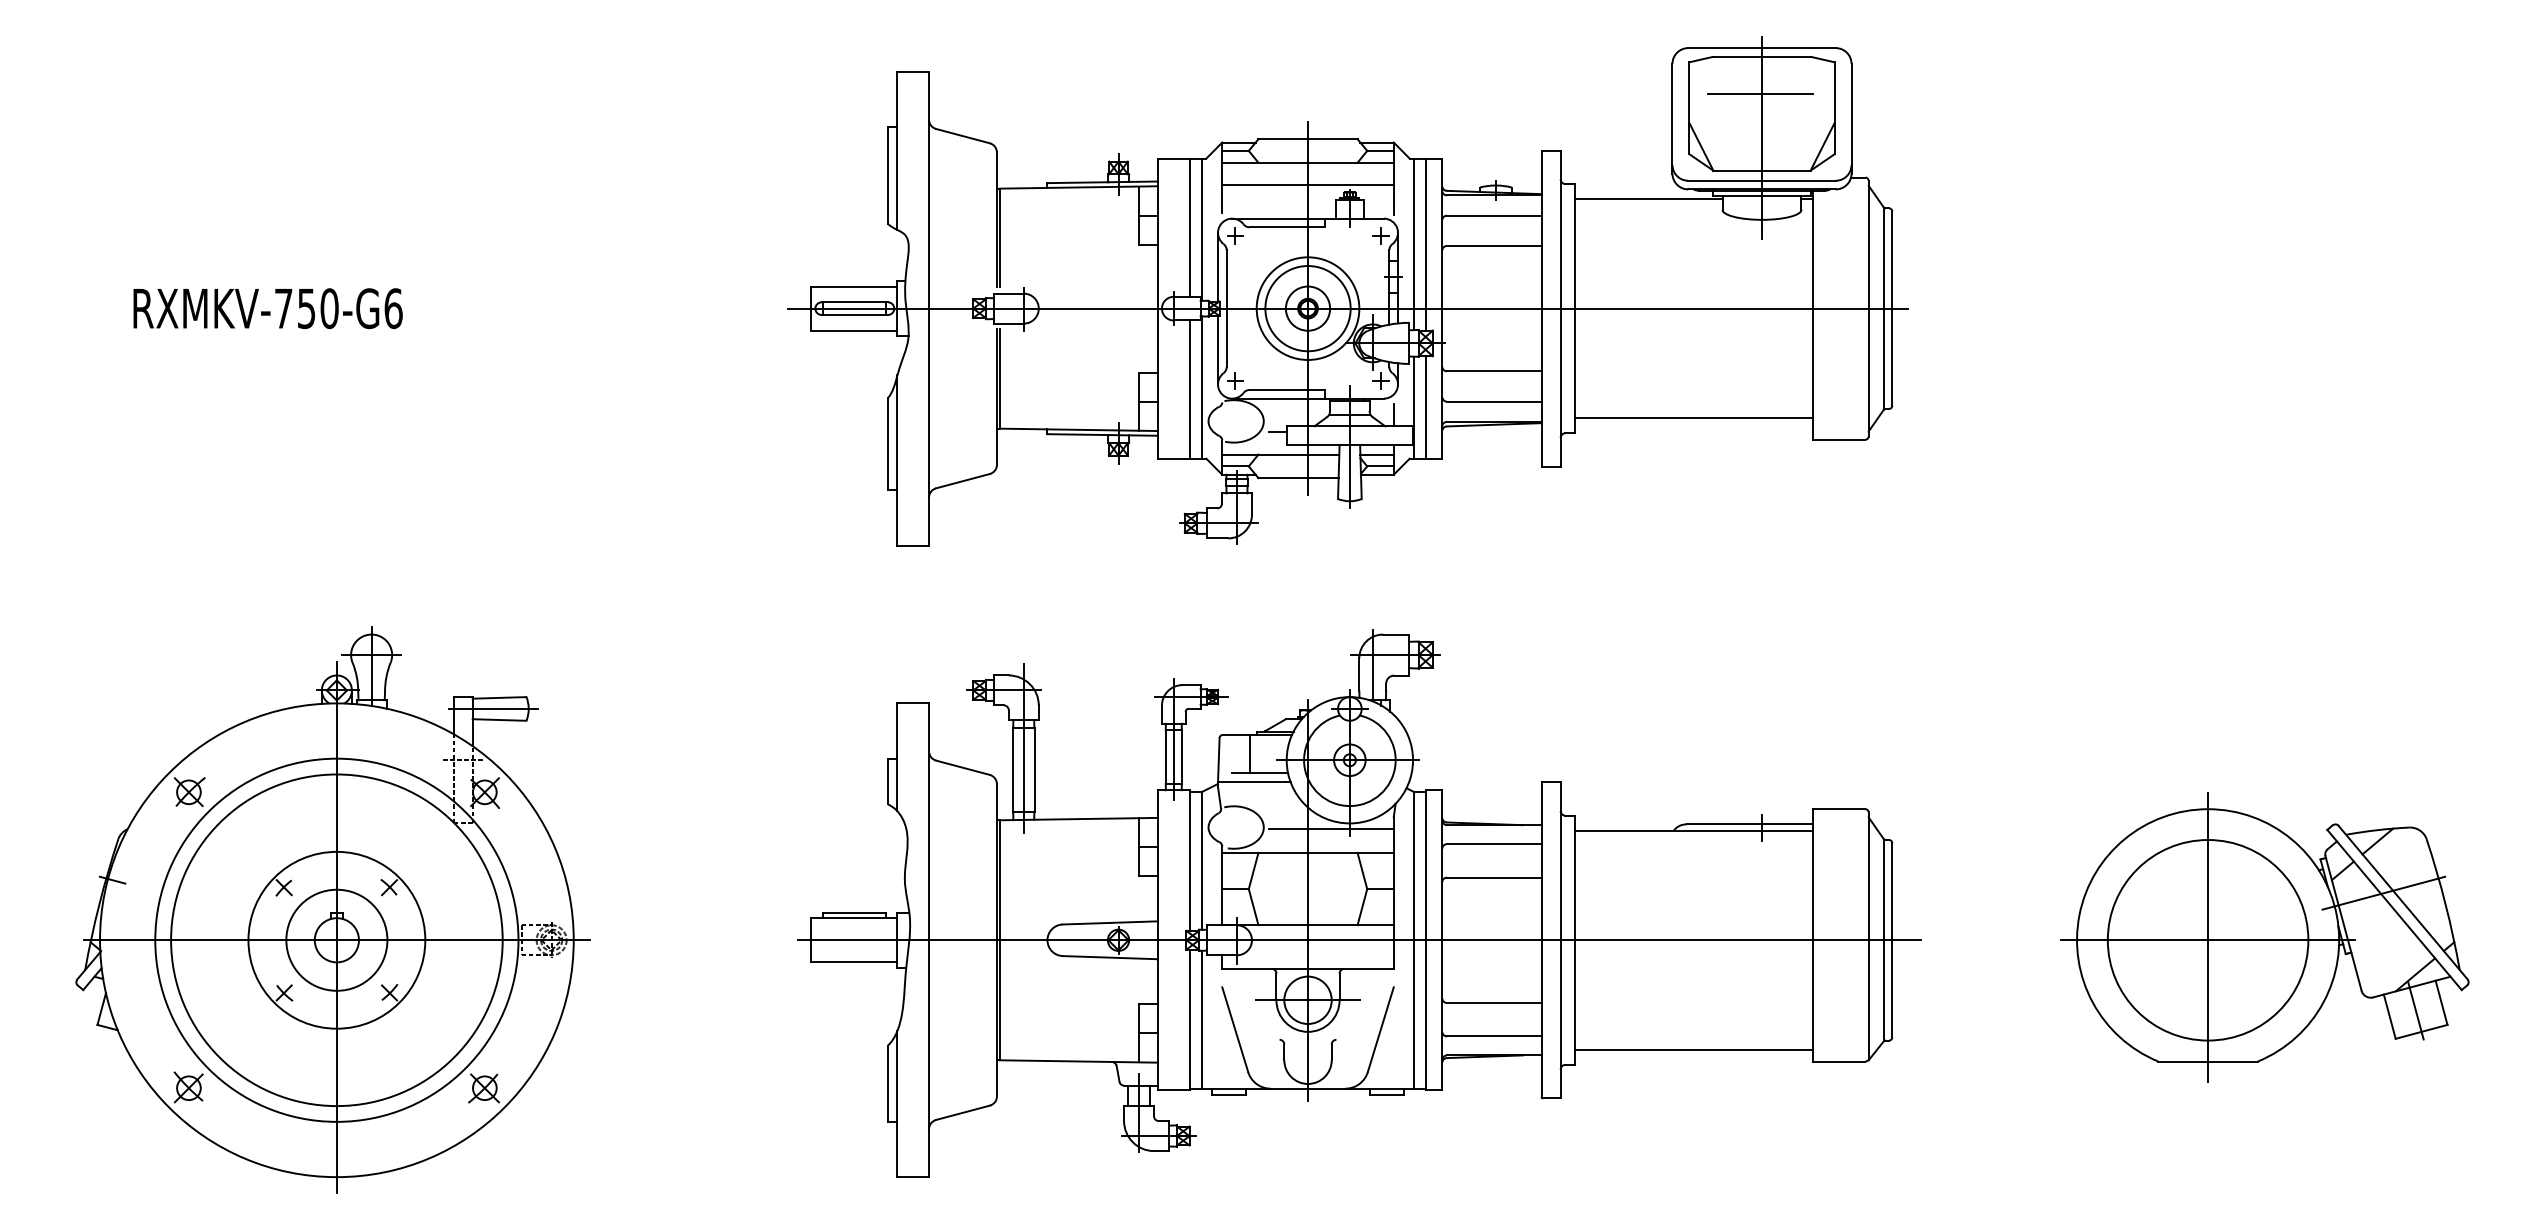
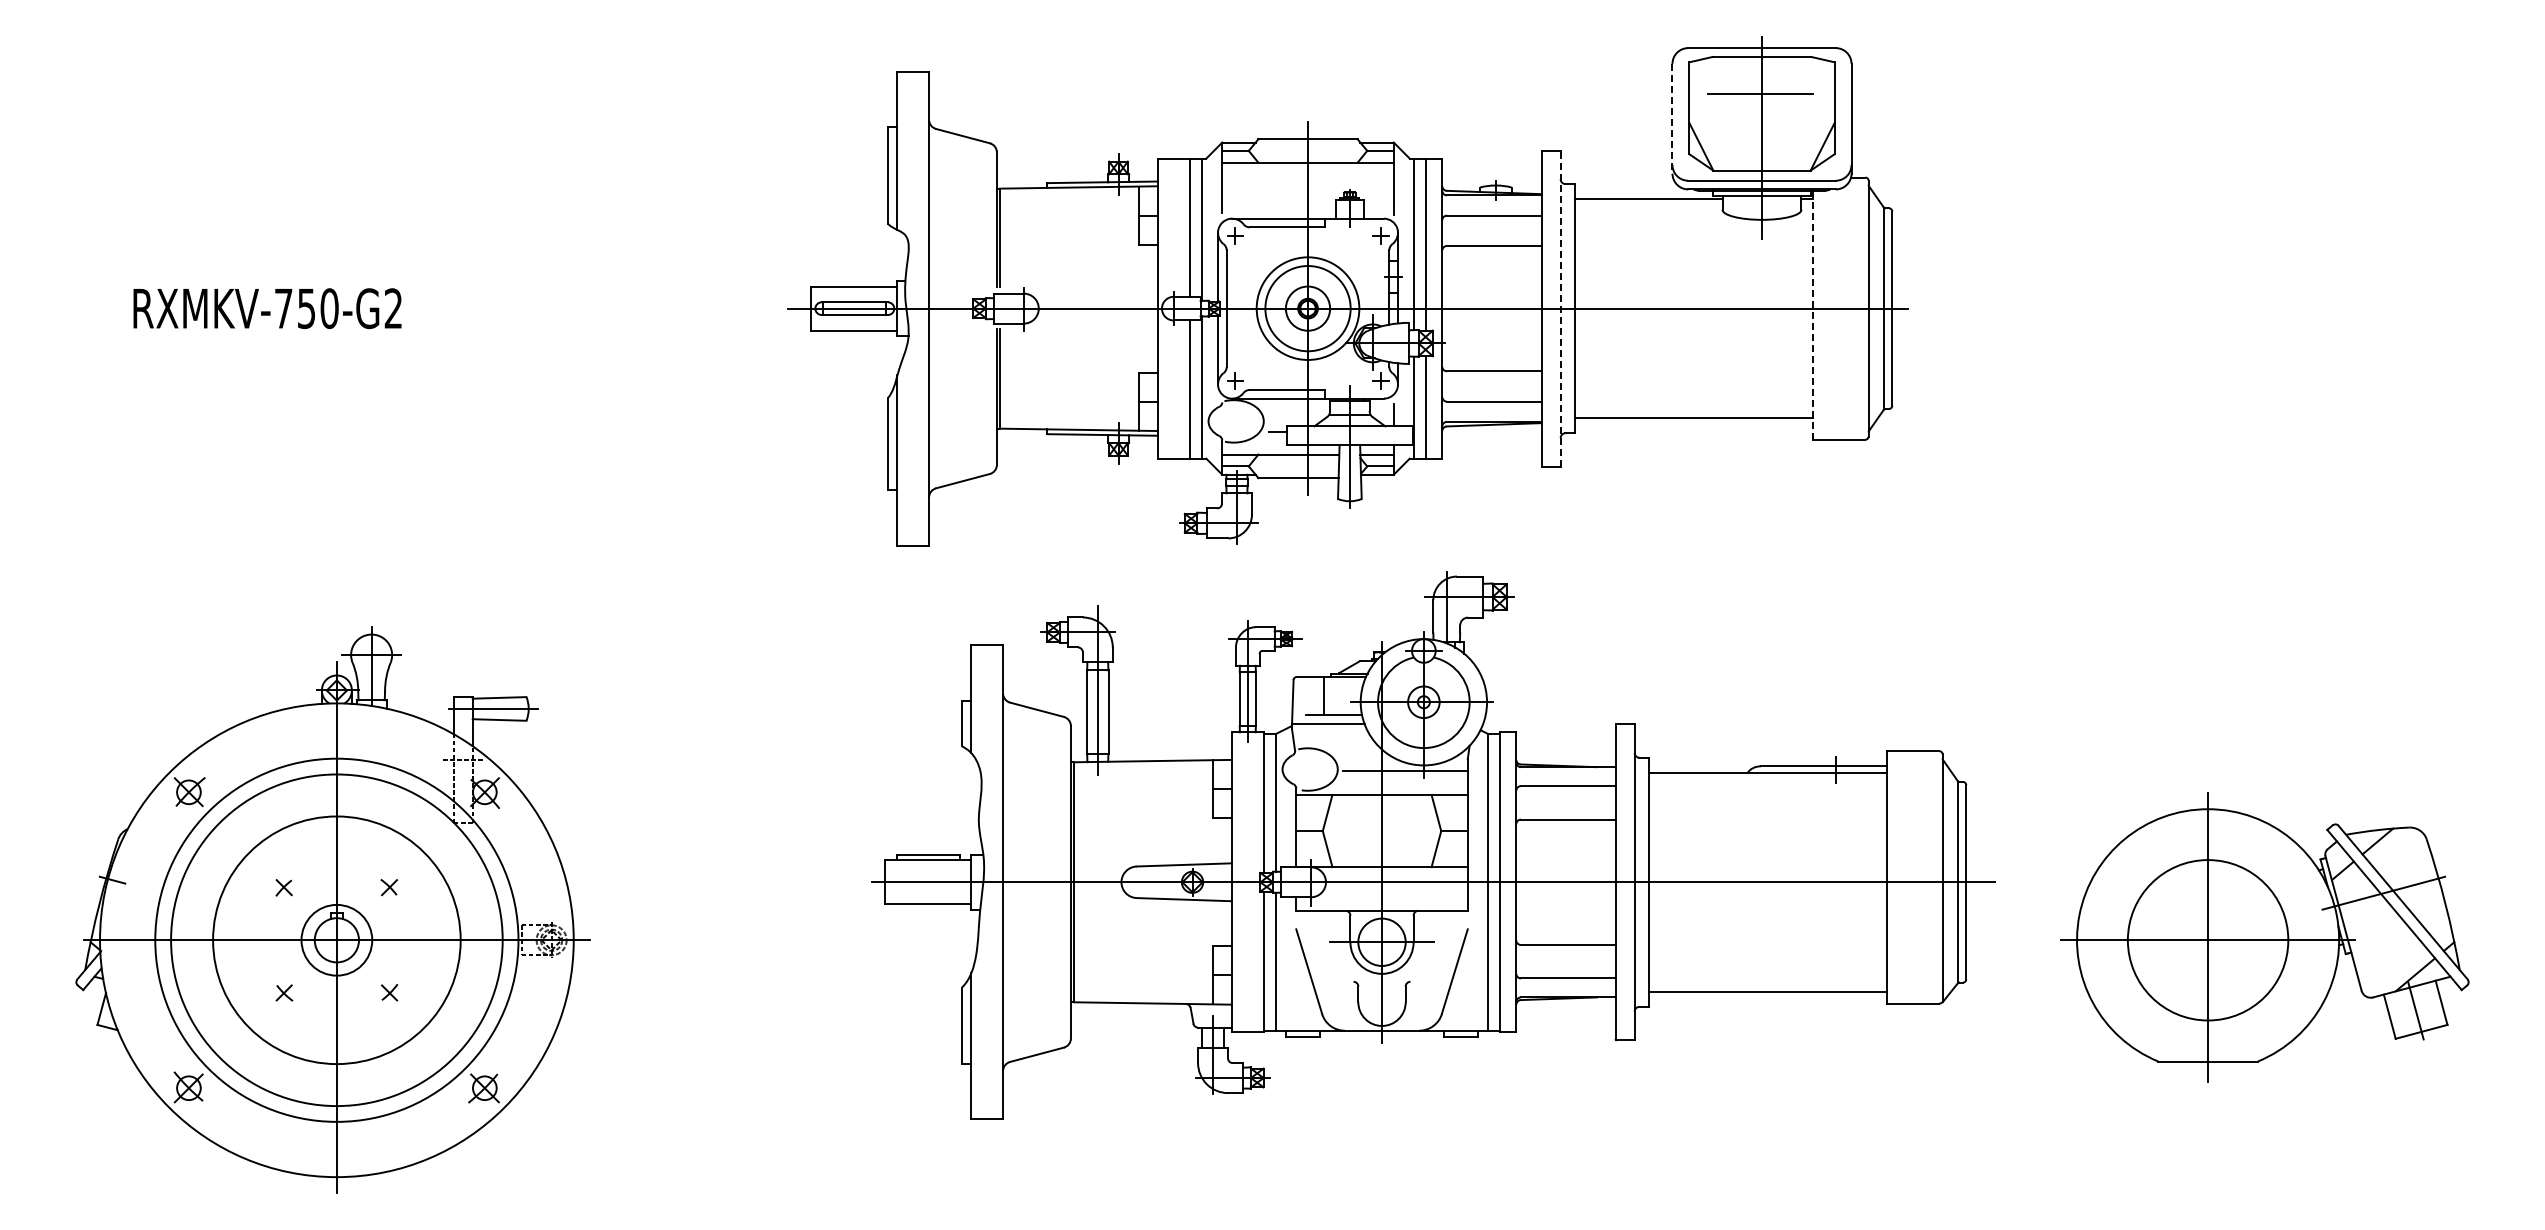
line at (1672, 118): solid -> dashed
line at (1307, 185): present -> none
text at (393, 308): RXMKV-750-G6 -> RXMKV-750-G2
line at (1560, 308): solid -> dashed
line at (1813, 315): solid -> dashed
part at (1359, 903) position: (1359, 903) -> (1433, 845)
circle at (336, 939) diameter: 101 px -> 71 px
circle at (336, 939) diameter: 177 px -> 248 px
circle at (2207, 940) diameter: 201 px -> 160 px
